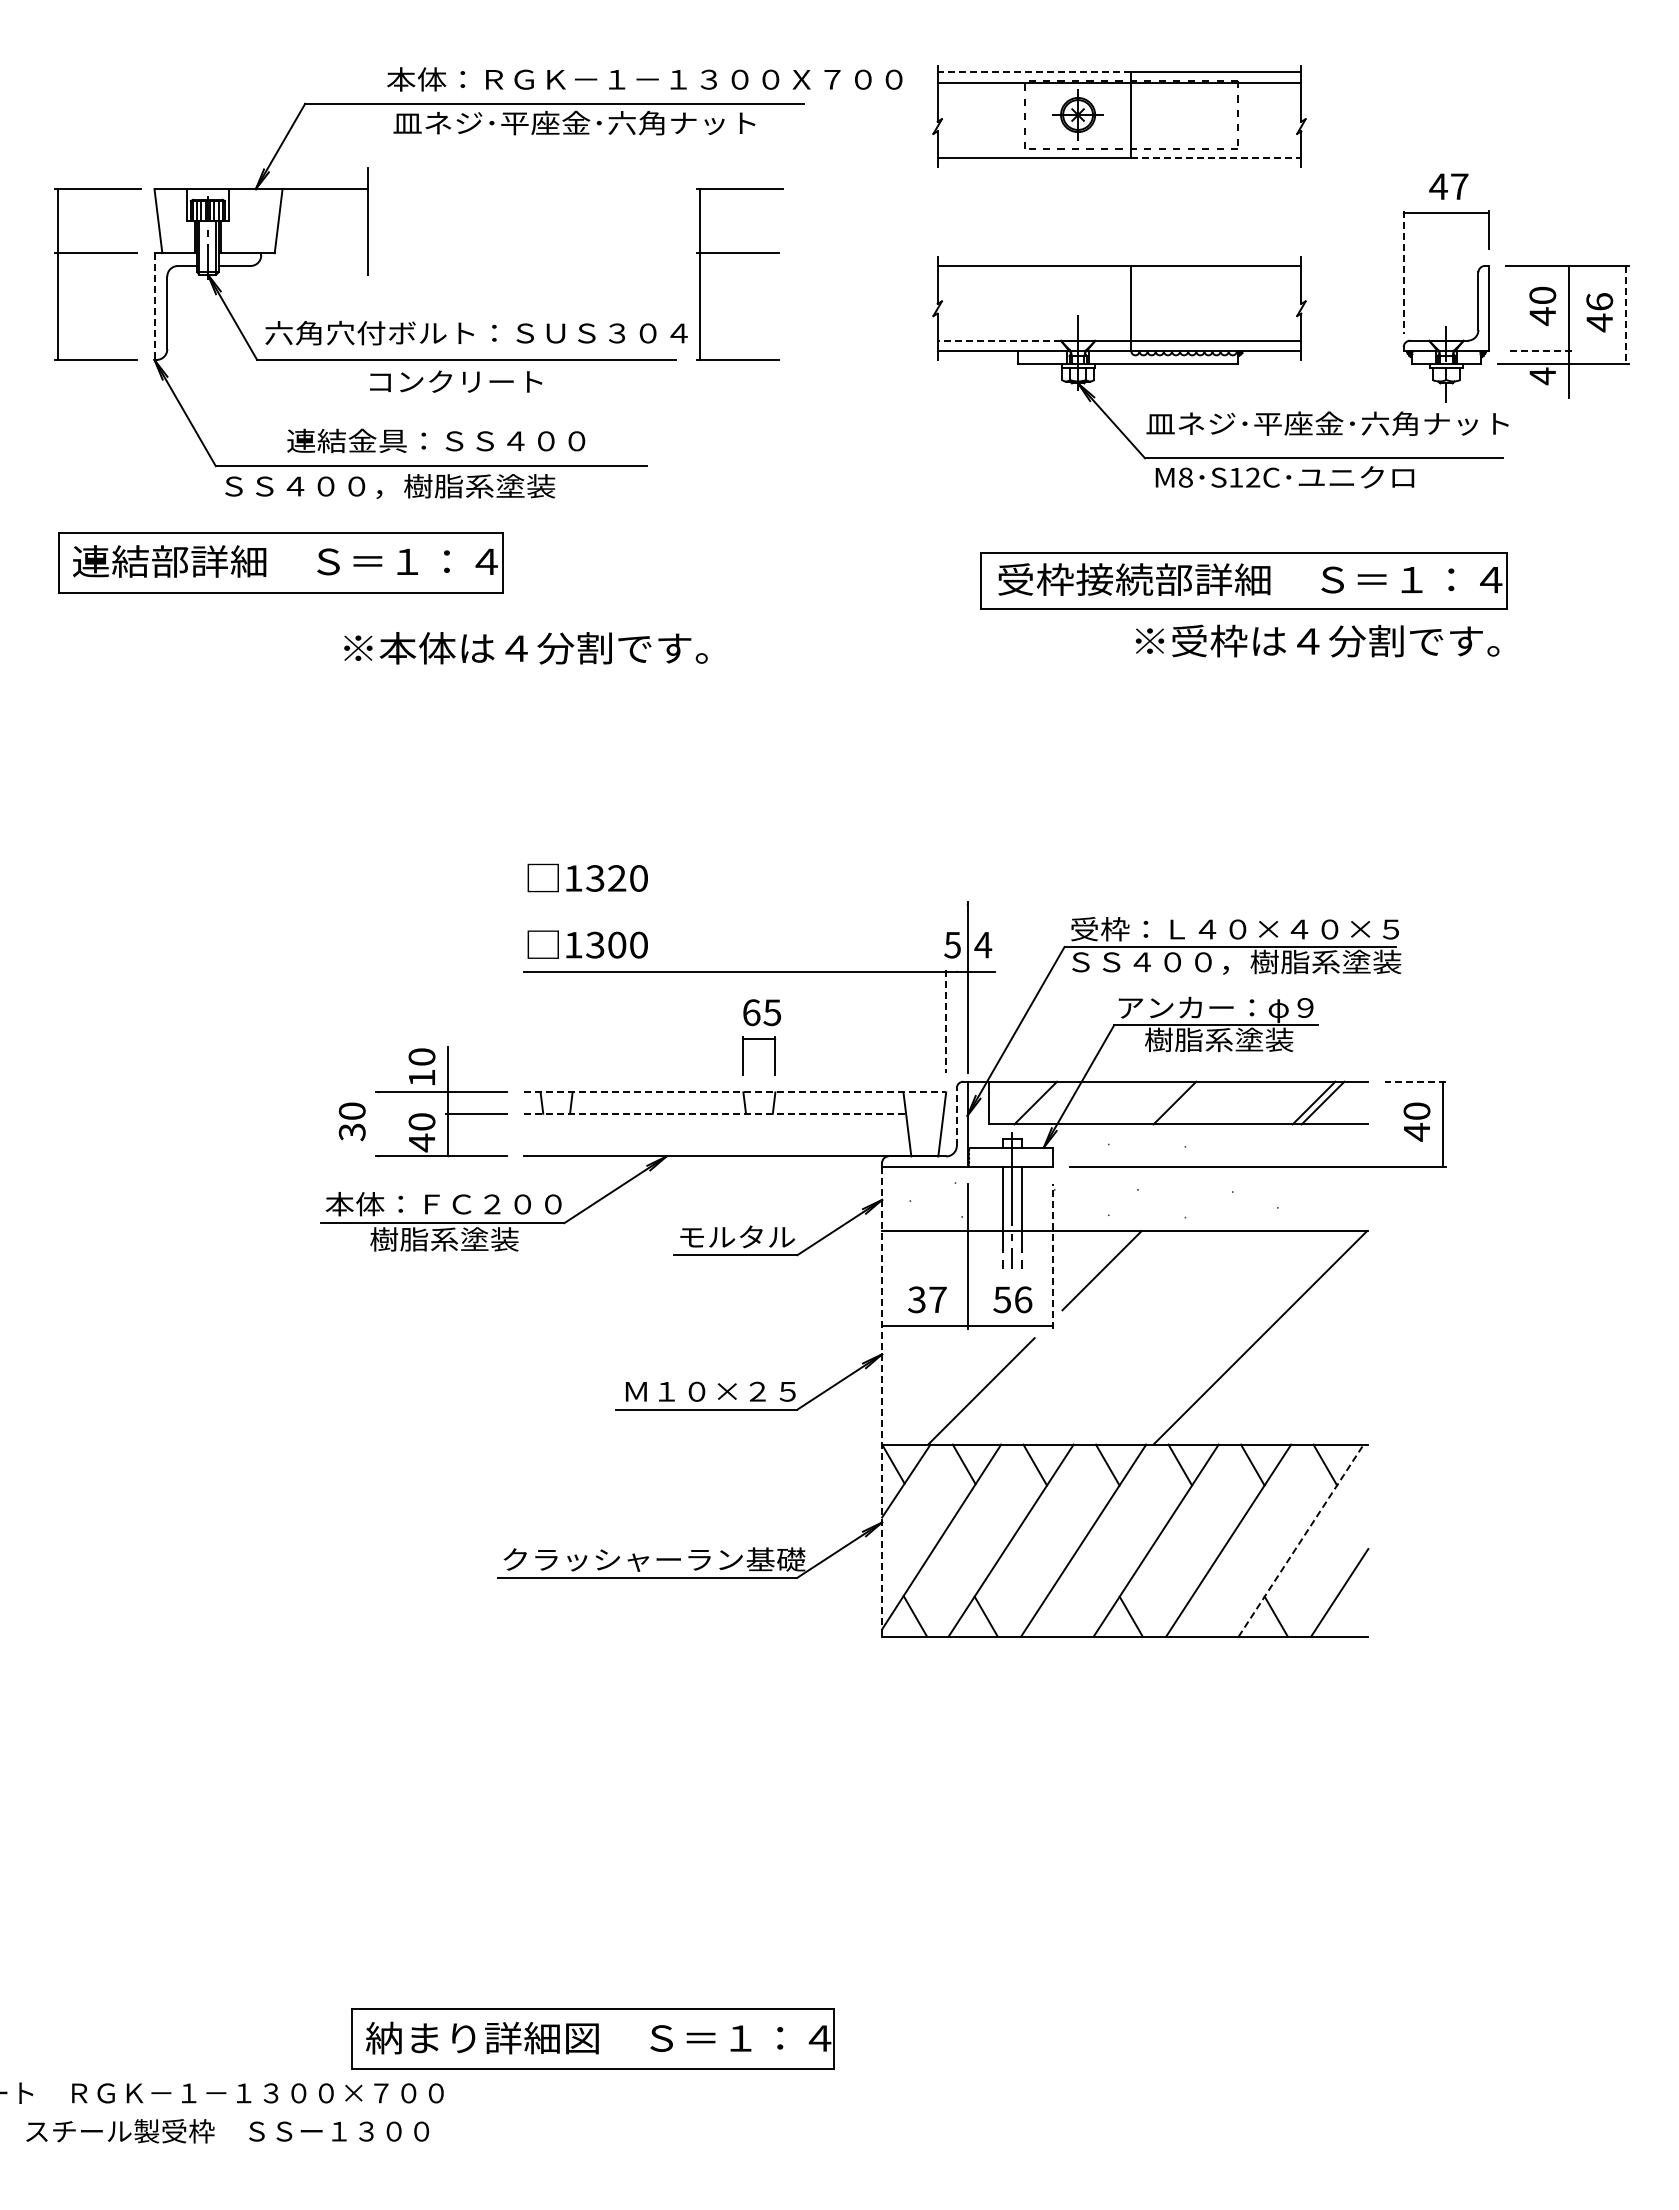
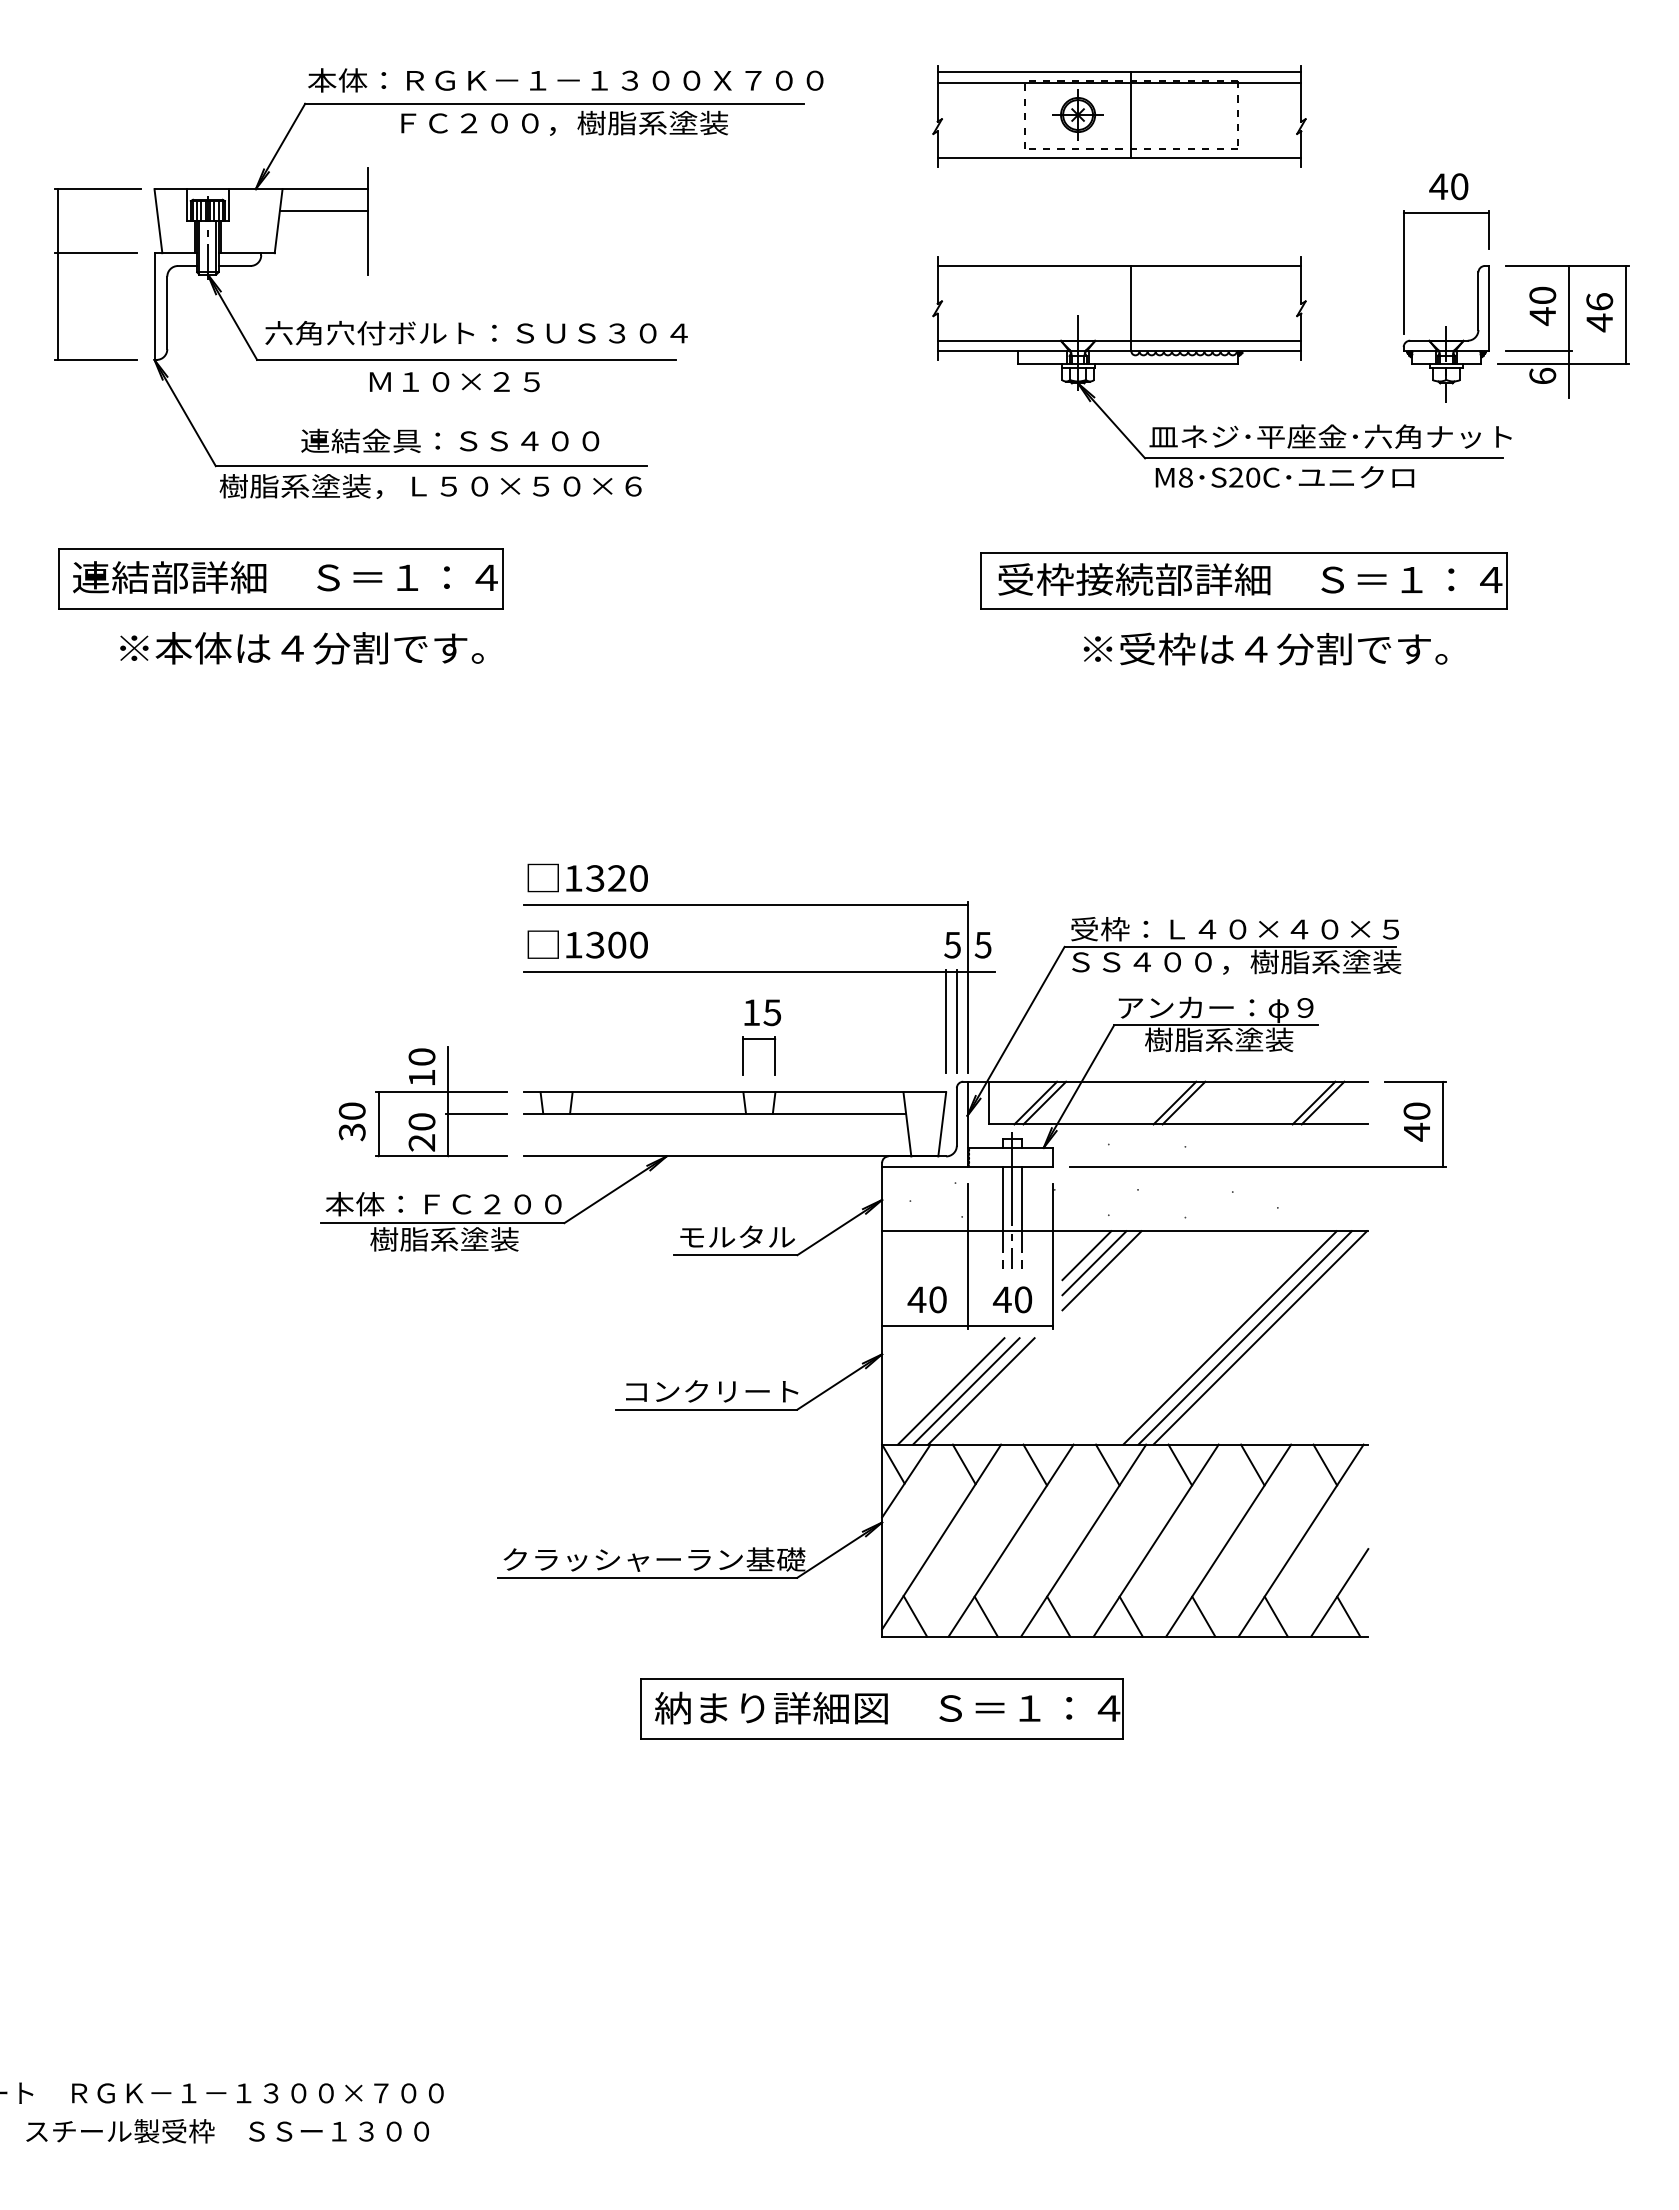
line at (1034, 72): dashed -> solid
text at (644, 79) position: (644, 79) -> (565, 80)
text at (574, 122): 皿ネジ･平座金･六角ナット -> ＦＣ２００，樹脂系塗装
line at (1216, 157): dashed -> solid
text at (1459, 186): 47 -> 40
line at (323, 210): none -> present
part at (739, 253): present -> none
line at (1403, 272): dashed -> solid
line at (154, 307): dashed -> solid
line at (1626, 315): dashed -> solid
line at (999, 340): dashed -> solid
line at (1538, 351): dashed -> solid
text at (1542, 376): 4 -> 6
text at (456, 381): コンクリート -> Ｍ１０×２５
text at (1327, 423) position: (1327, 423) -> (1330, 436)
text at (436, 440) position: (436, 440) -> (450, 440)
text at (1244, 477): S12C -> S20C
text at (430, 486): ＳＳ４００，樹脂系塗装 -> 樹脂系塗装，Ｌ５０×５０×６
part at (280, 562) position: (280, 562) -> (280, 578)
text at (1317, 640) position: (1317, 640) -> (1265, 648)
text at (525, 648) position: (525, 648) -> (301, 648)
line at (745, 904): none -> present
text at (983, 945): 4 -> 5
text at (751, 1012): 65 -> 15
line at (946, 1021): dashed -> solid
line at (956, 1021): none -> present
line at (1415, 1081): dashed -> solid
line at (735, 1092): dashed -> solid
line at (1044, 1102): none -> present
line at (1183, 1102): none -> present
line at (715, 1113): dashed -> solid
line at (956, 1116): dashed -> solid
line at (378, 1124): none -> present
text at (421, 1142): 40 -> 20
line at (1086, 1255): none -> present
line at (1052, 1256): dashed -> solid
line at (1094, 1263): none -> present
text at (926, 1299): 37 -> 40
text at (1012, 1299): 56 -> 40
line at (1229, 1337): none -> present
line at (1244, 1337): none -> present
text at (711, 1391): Ｍ１０×２５ -> コンクリート
line at (950, 1391): none -> present
line at (966, 1391): none -> present
line at (882, 1401): dashed -> solid
line at (1301, 1540): dashed -> solid
line at (1058, 1616): none -> present
line at (1203, 1616): none -> present
line at (1348, 1616): none -> present
part at (592, 2038) position: (592, 2038) -> (881, 1708)
